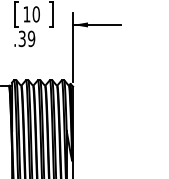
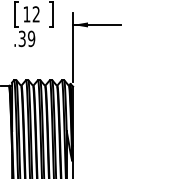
text at (35, 14): 10 -> 12
